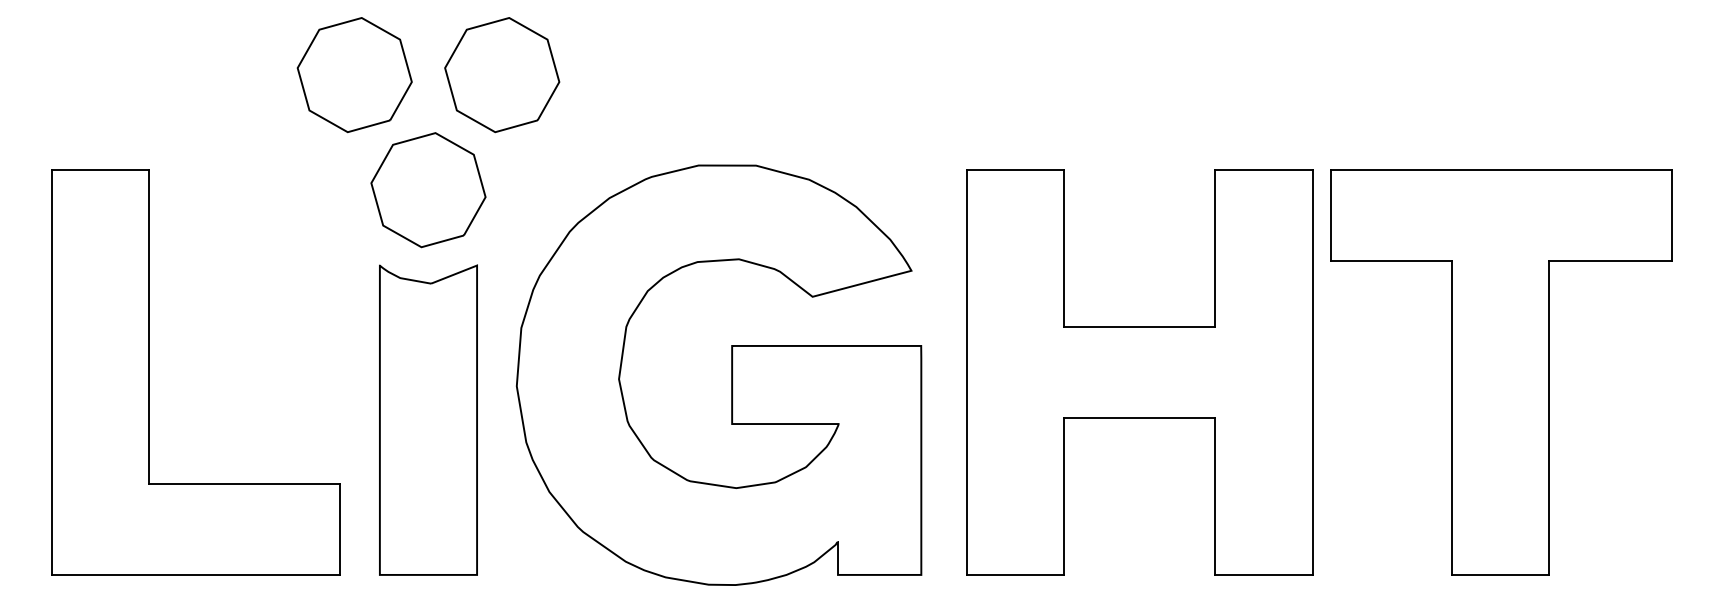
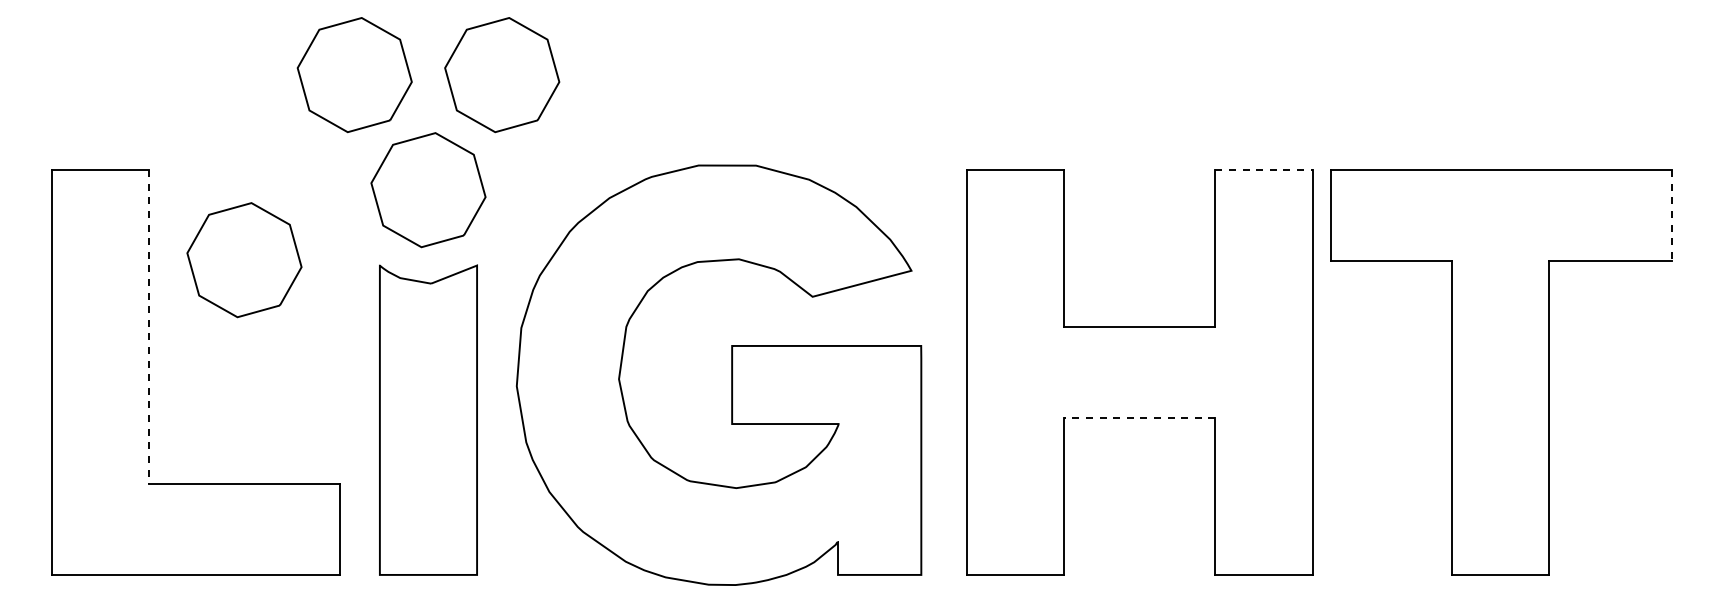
line at (1263, 170): solid -> dashed
line at (1672, 216): solid -> dashed
part at (244, 260): none -> present
line at (148, 327): solid -> dashed
line at (1139, 417): solid -> dashed
